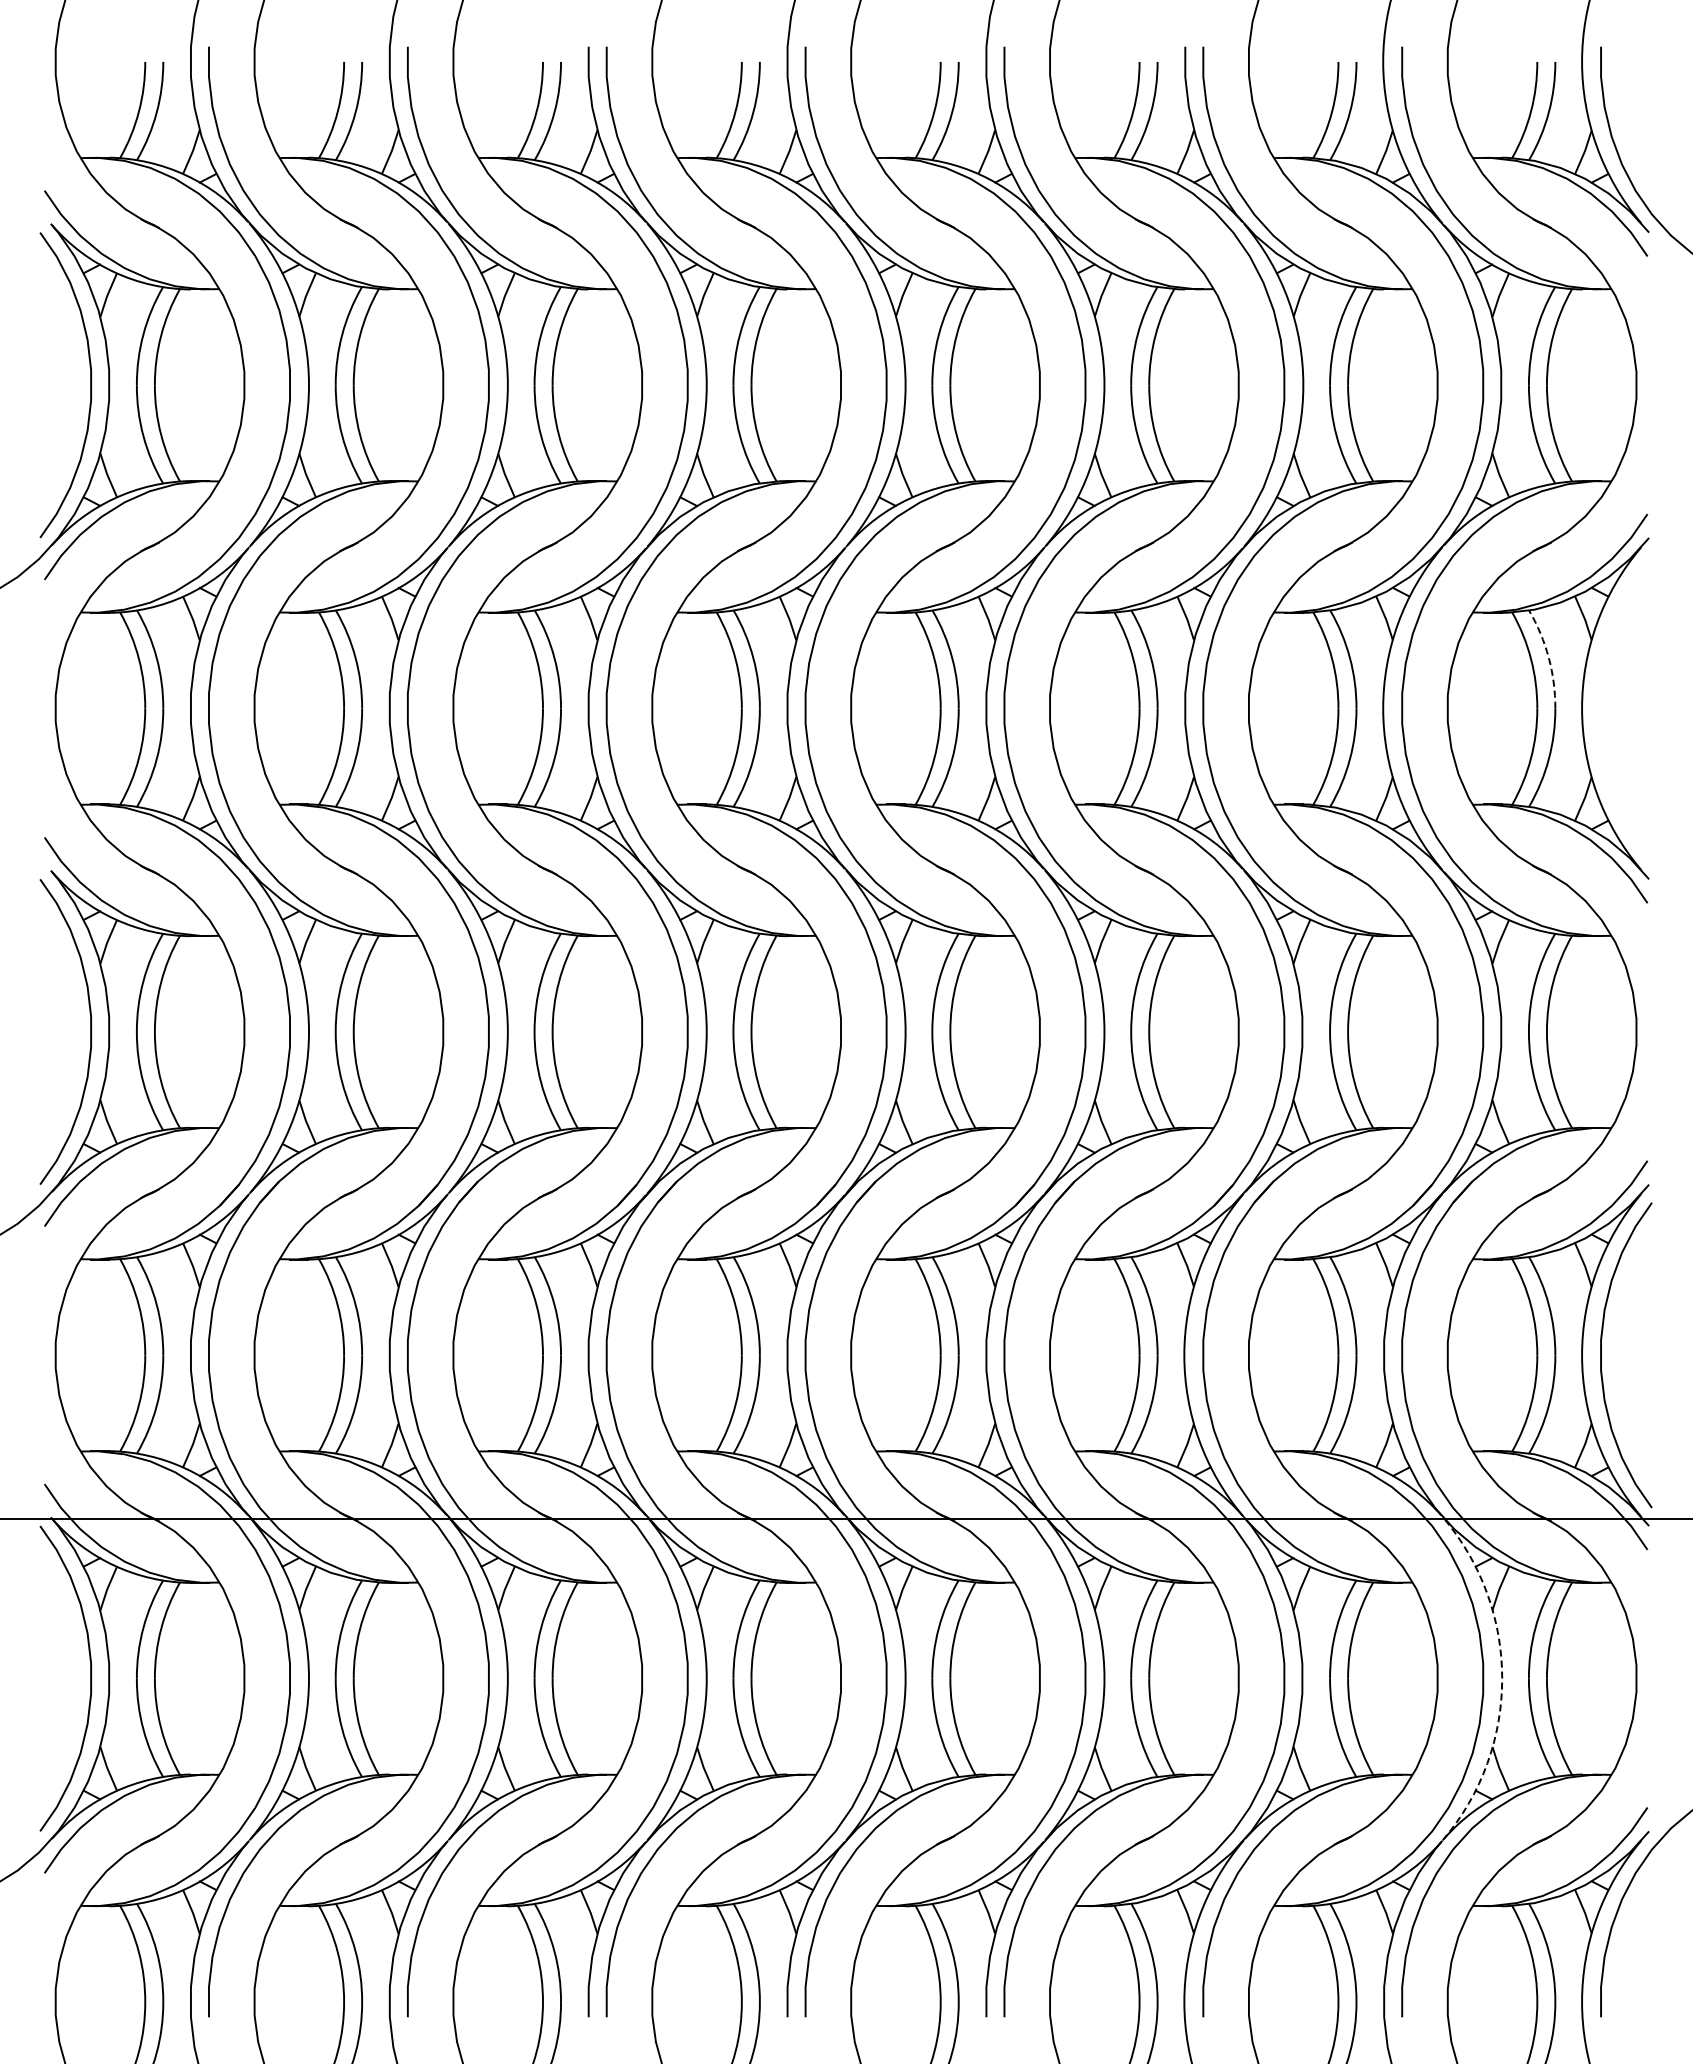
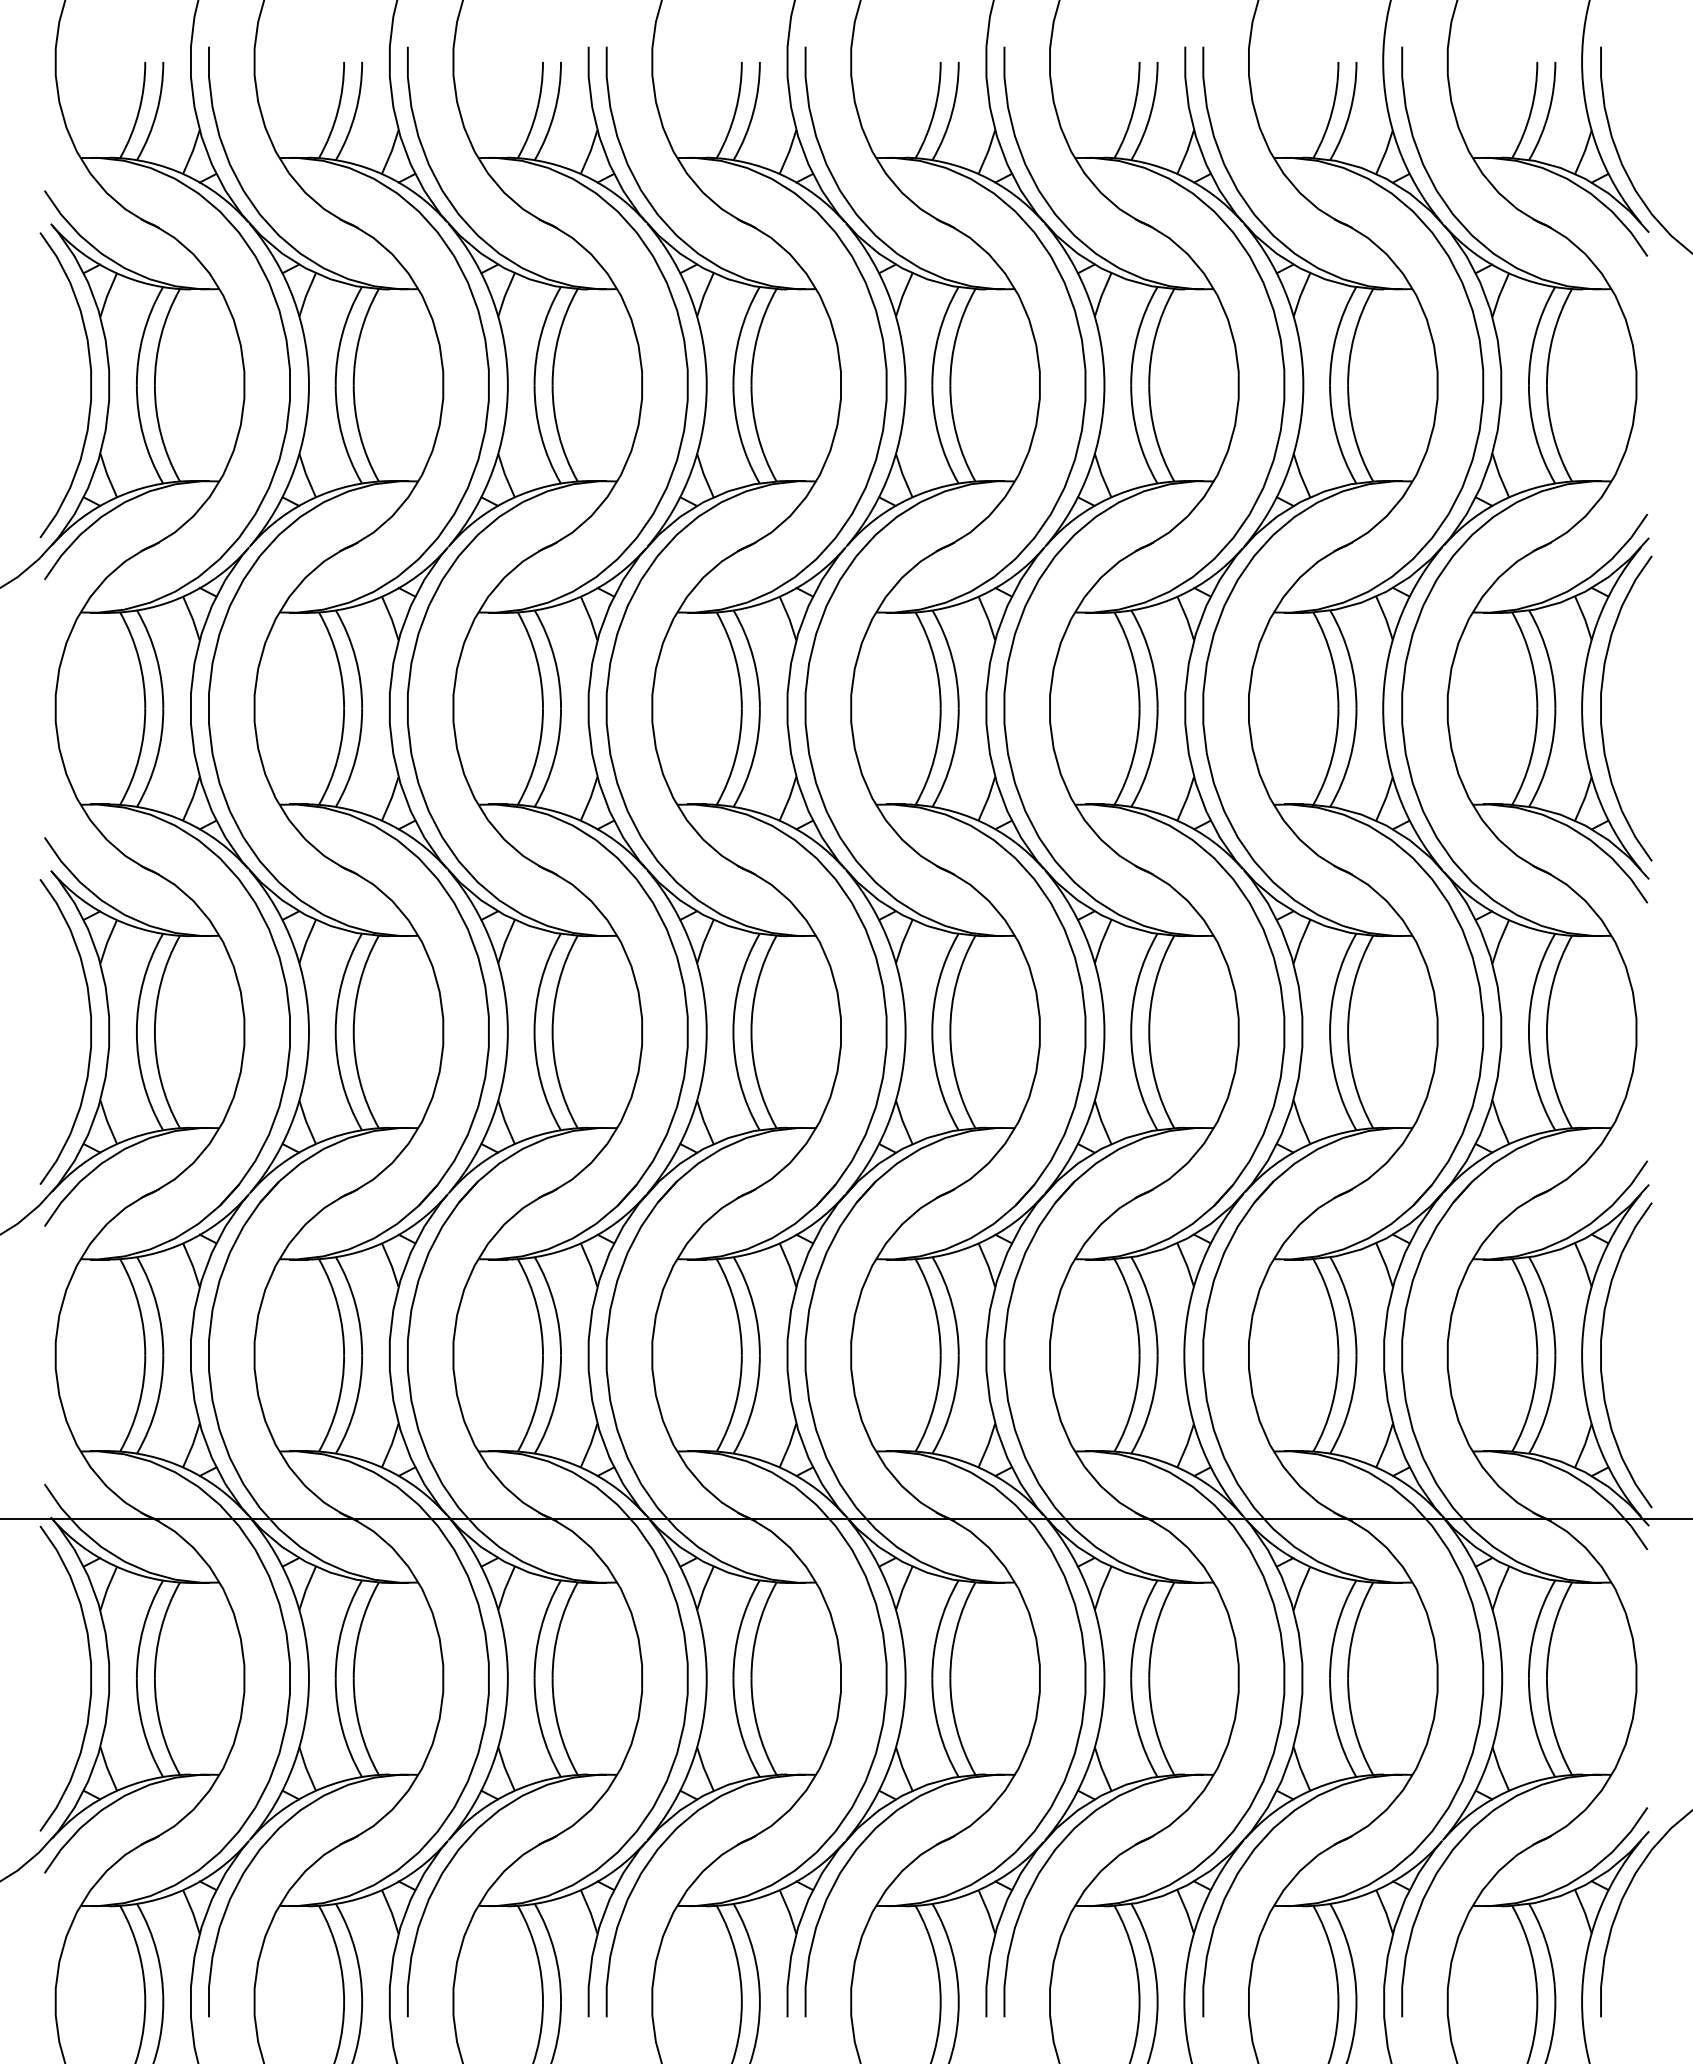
arc at (1548, 657): dashed -> solid
curve at (1601, 708): none -> present
arc at (1502, 1678): dashed -> solid
